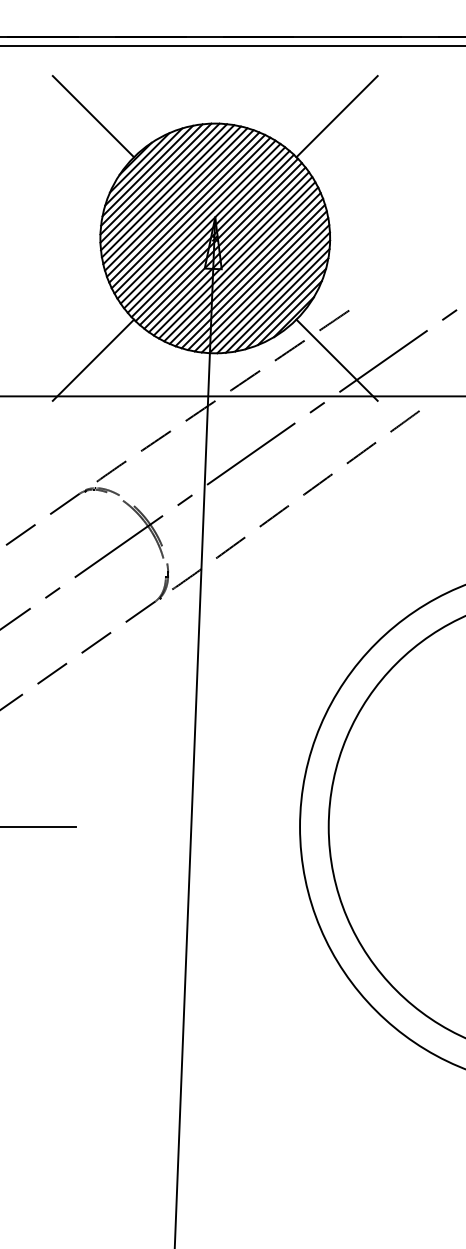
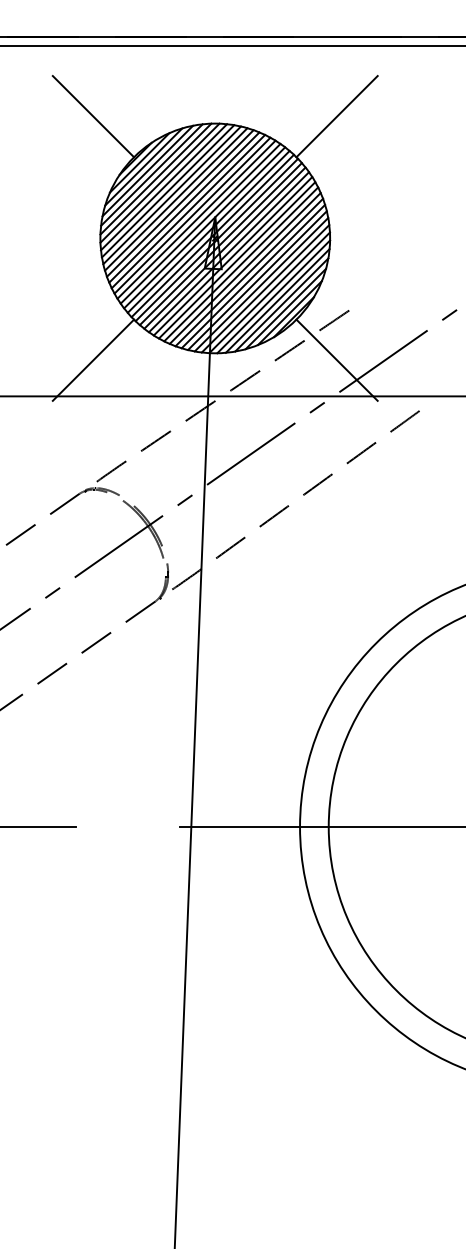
line at (320, 827): none -> present
